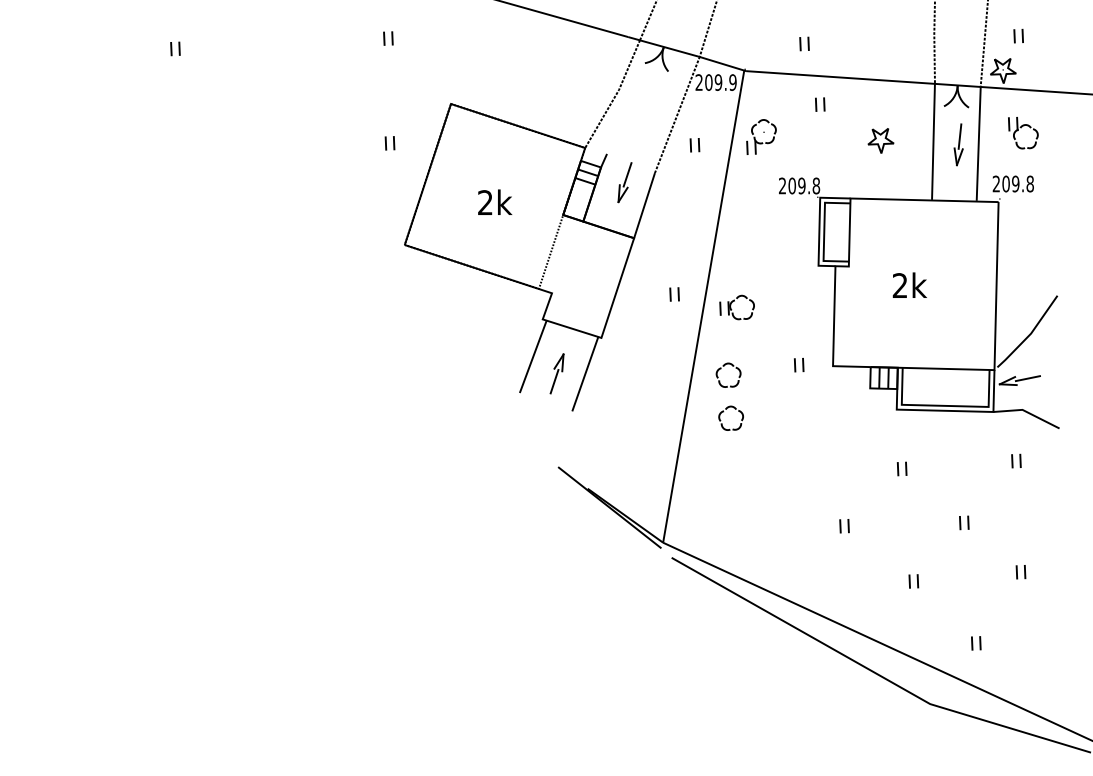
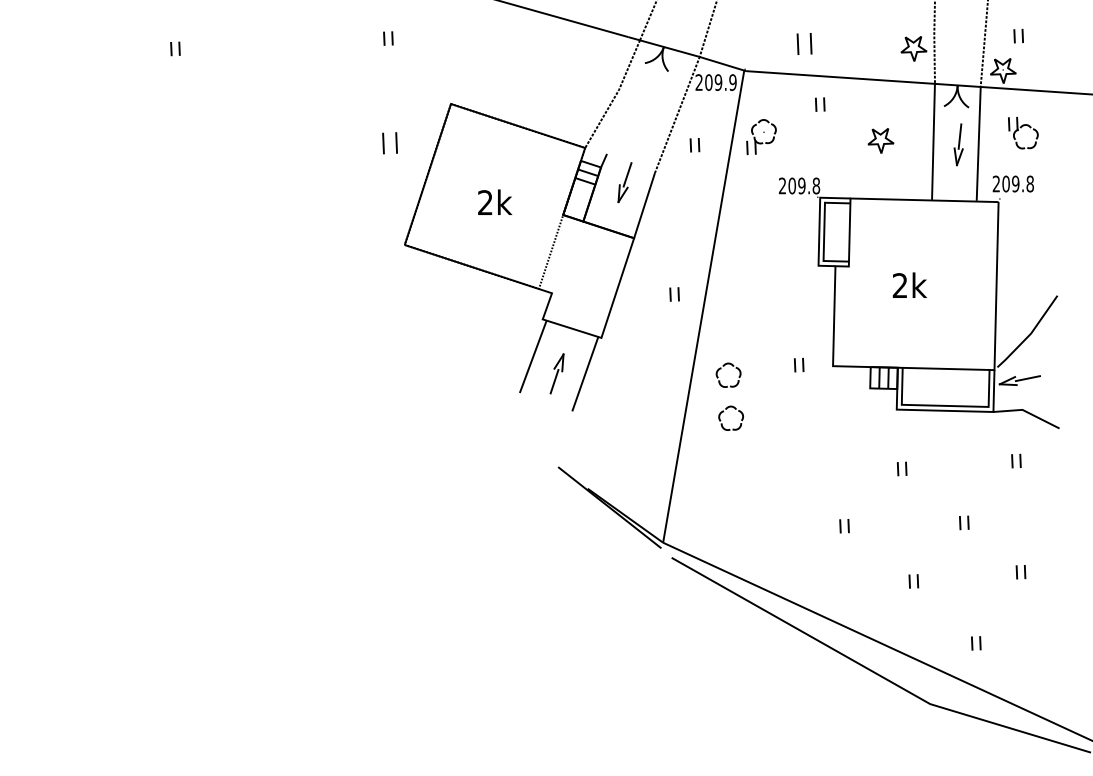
part at (804, 43) size: 11x16 px -> 17x22 px
part at (913, 48): none -> present
part at (389, 143) size: 12x15 px -> 16x23 px
part at (736, 307): present -> none
